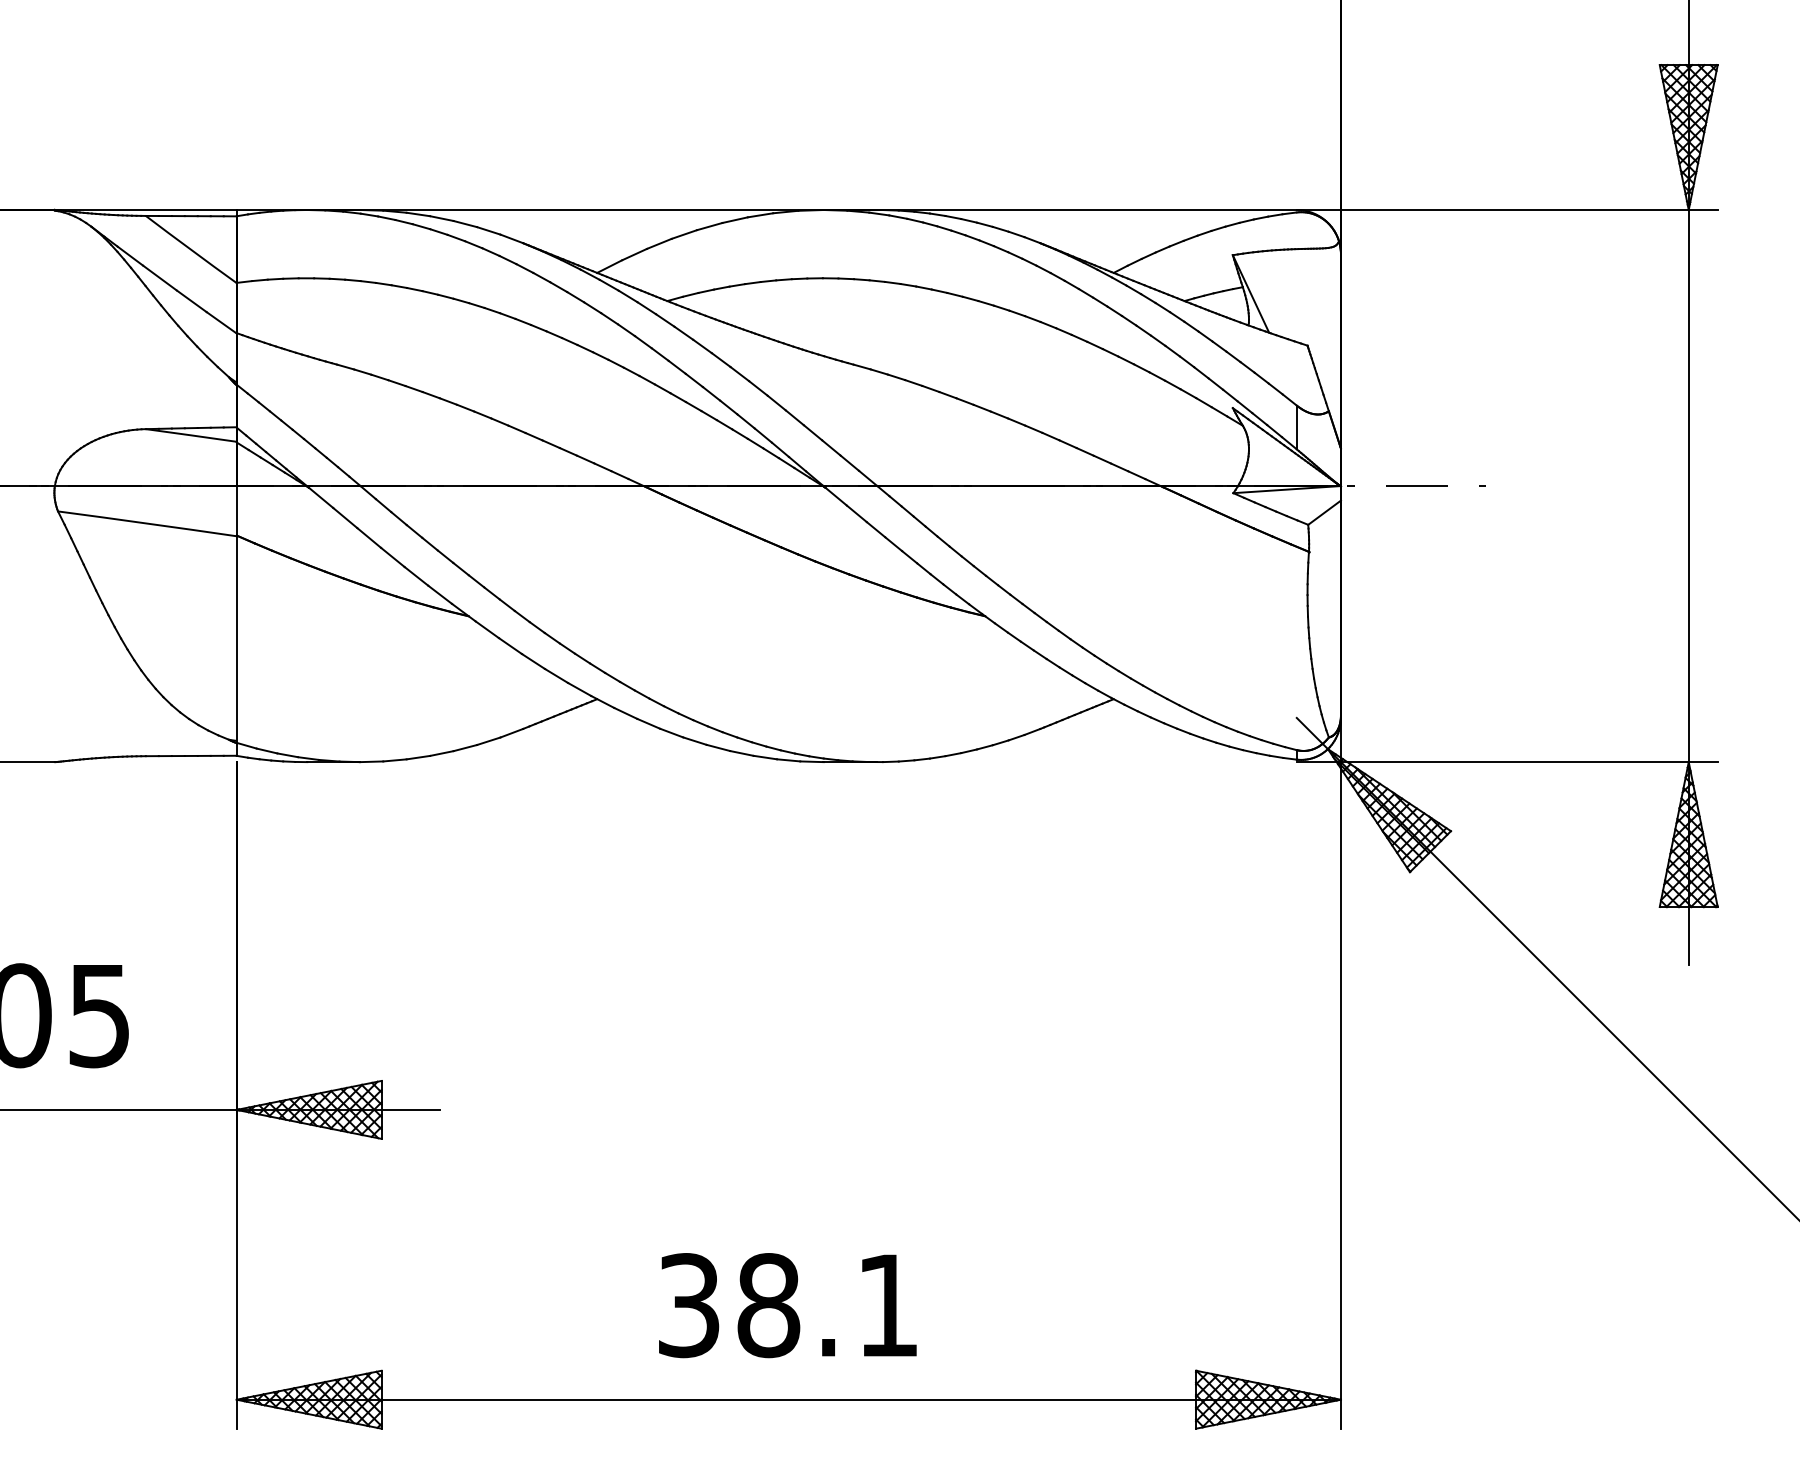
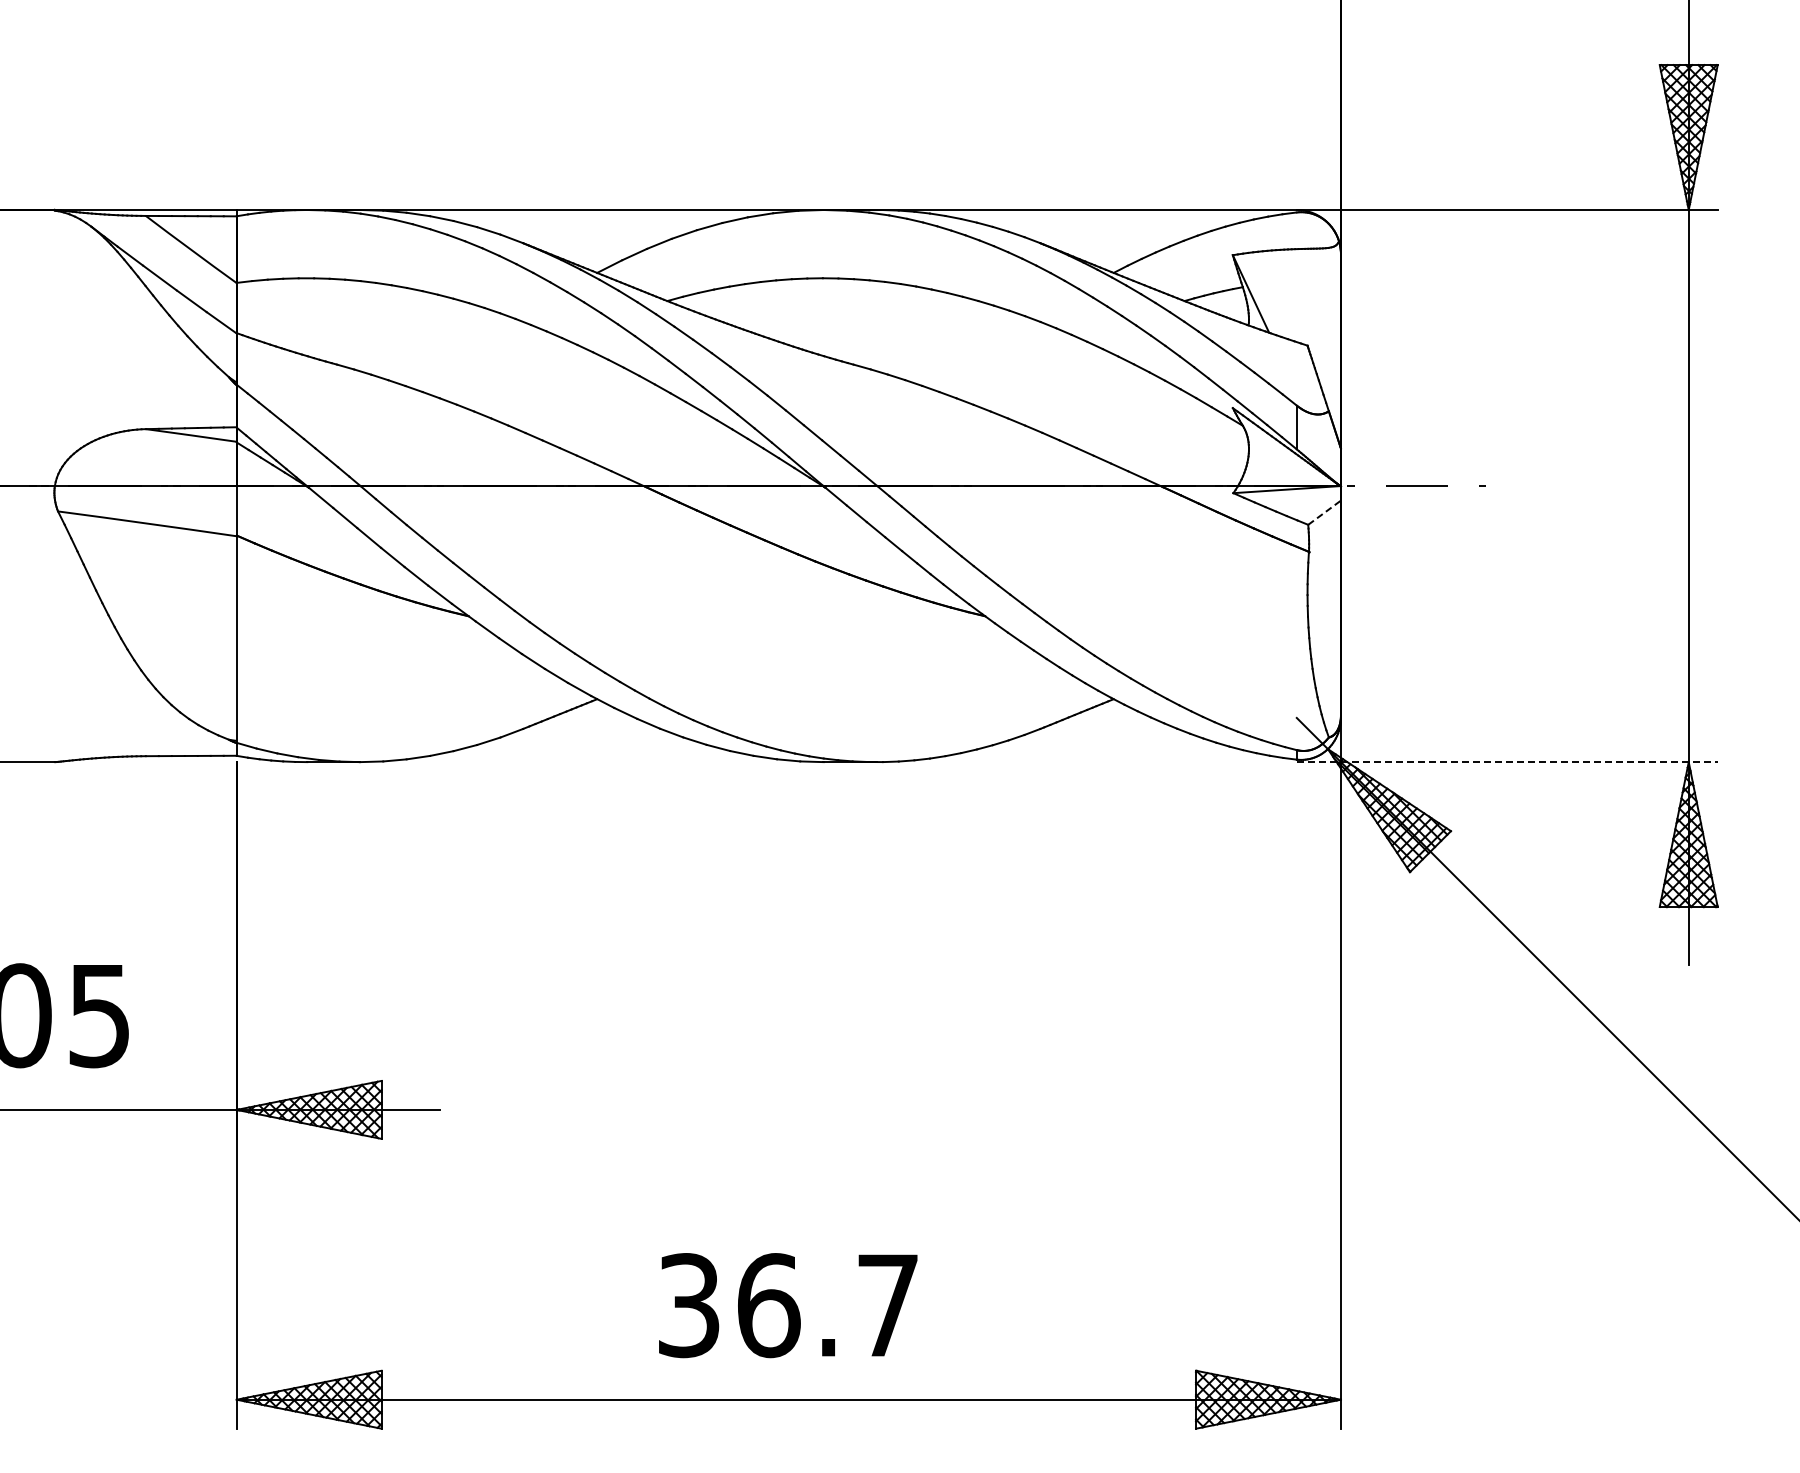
line at (1325, 512): solid -> dashed
line at (1507, 762): solid -> dashed
text at (827, 1305): 38.1 -> 36.7
